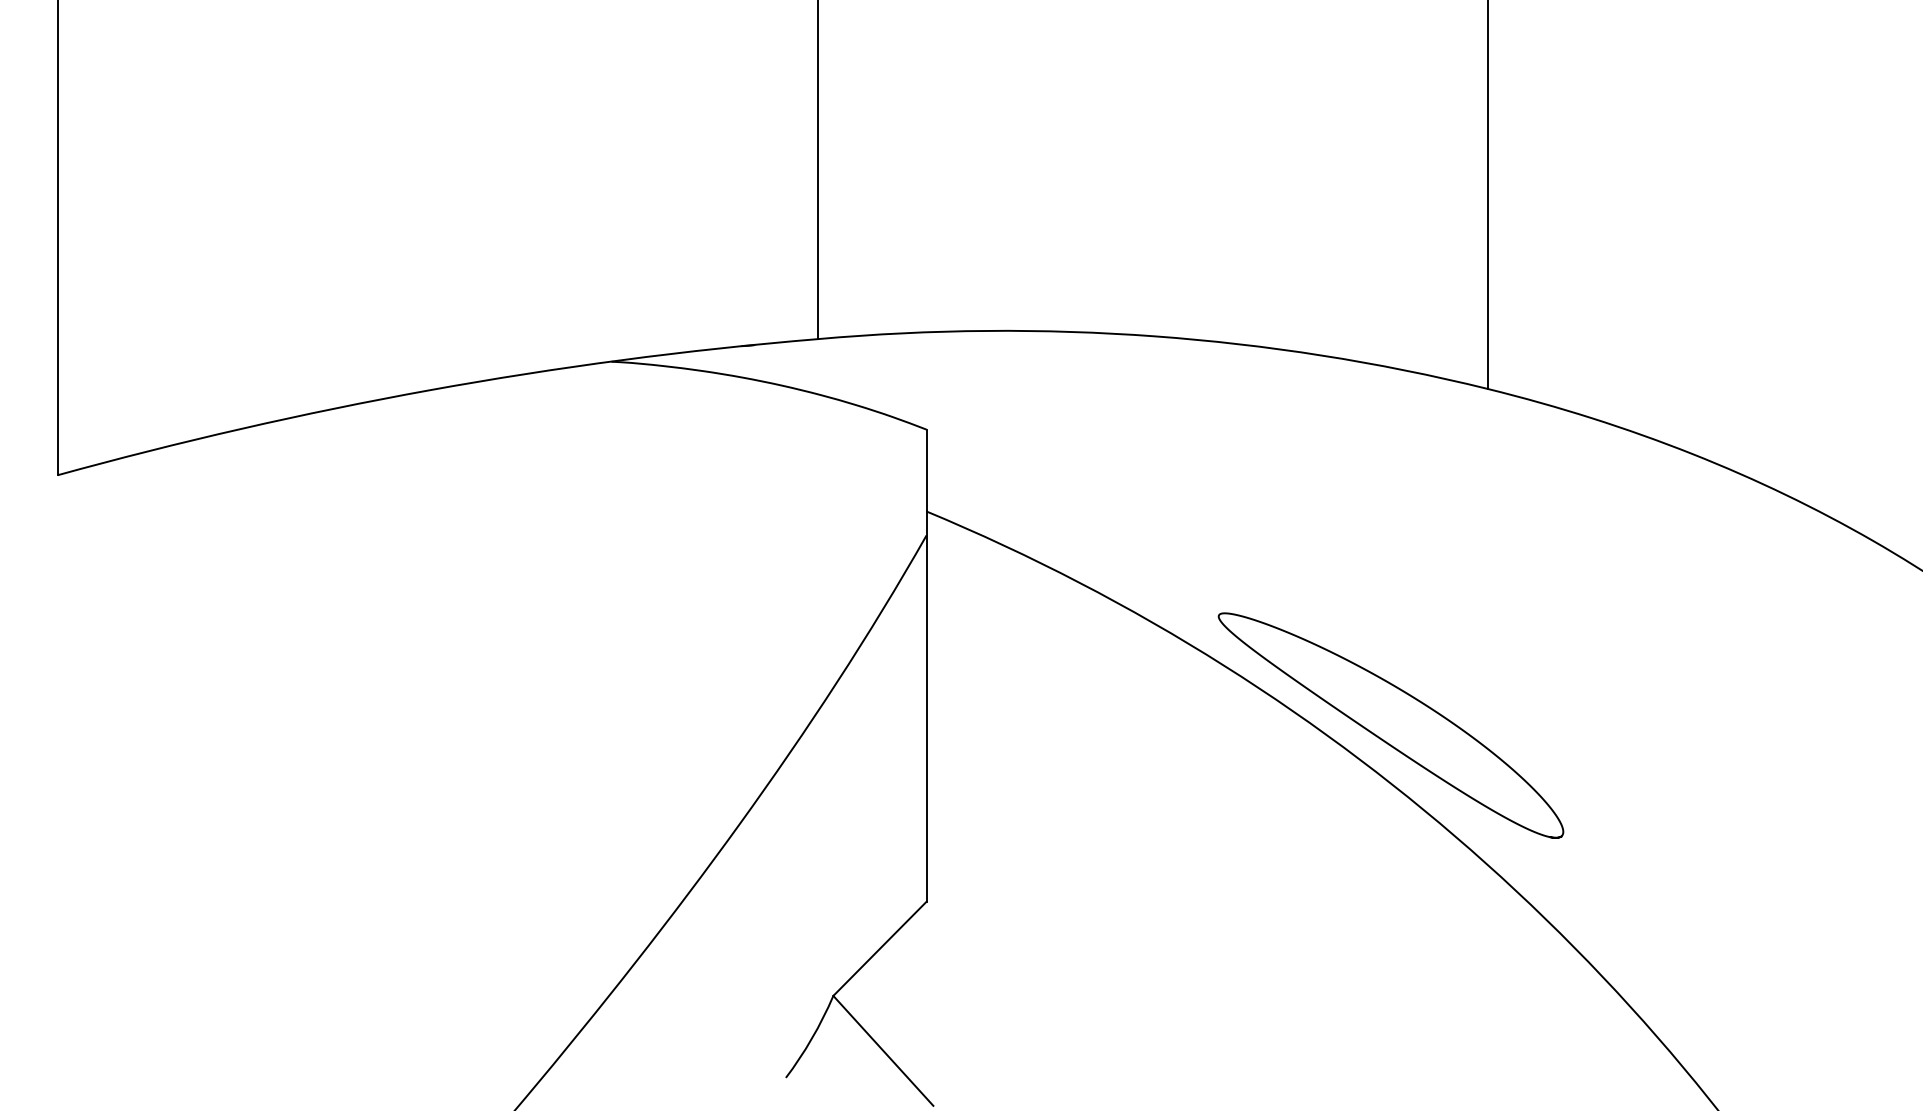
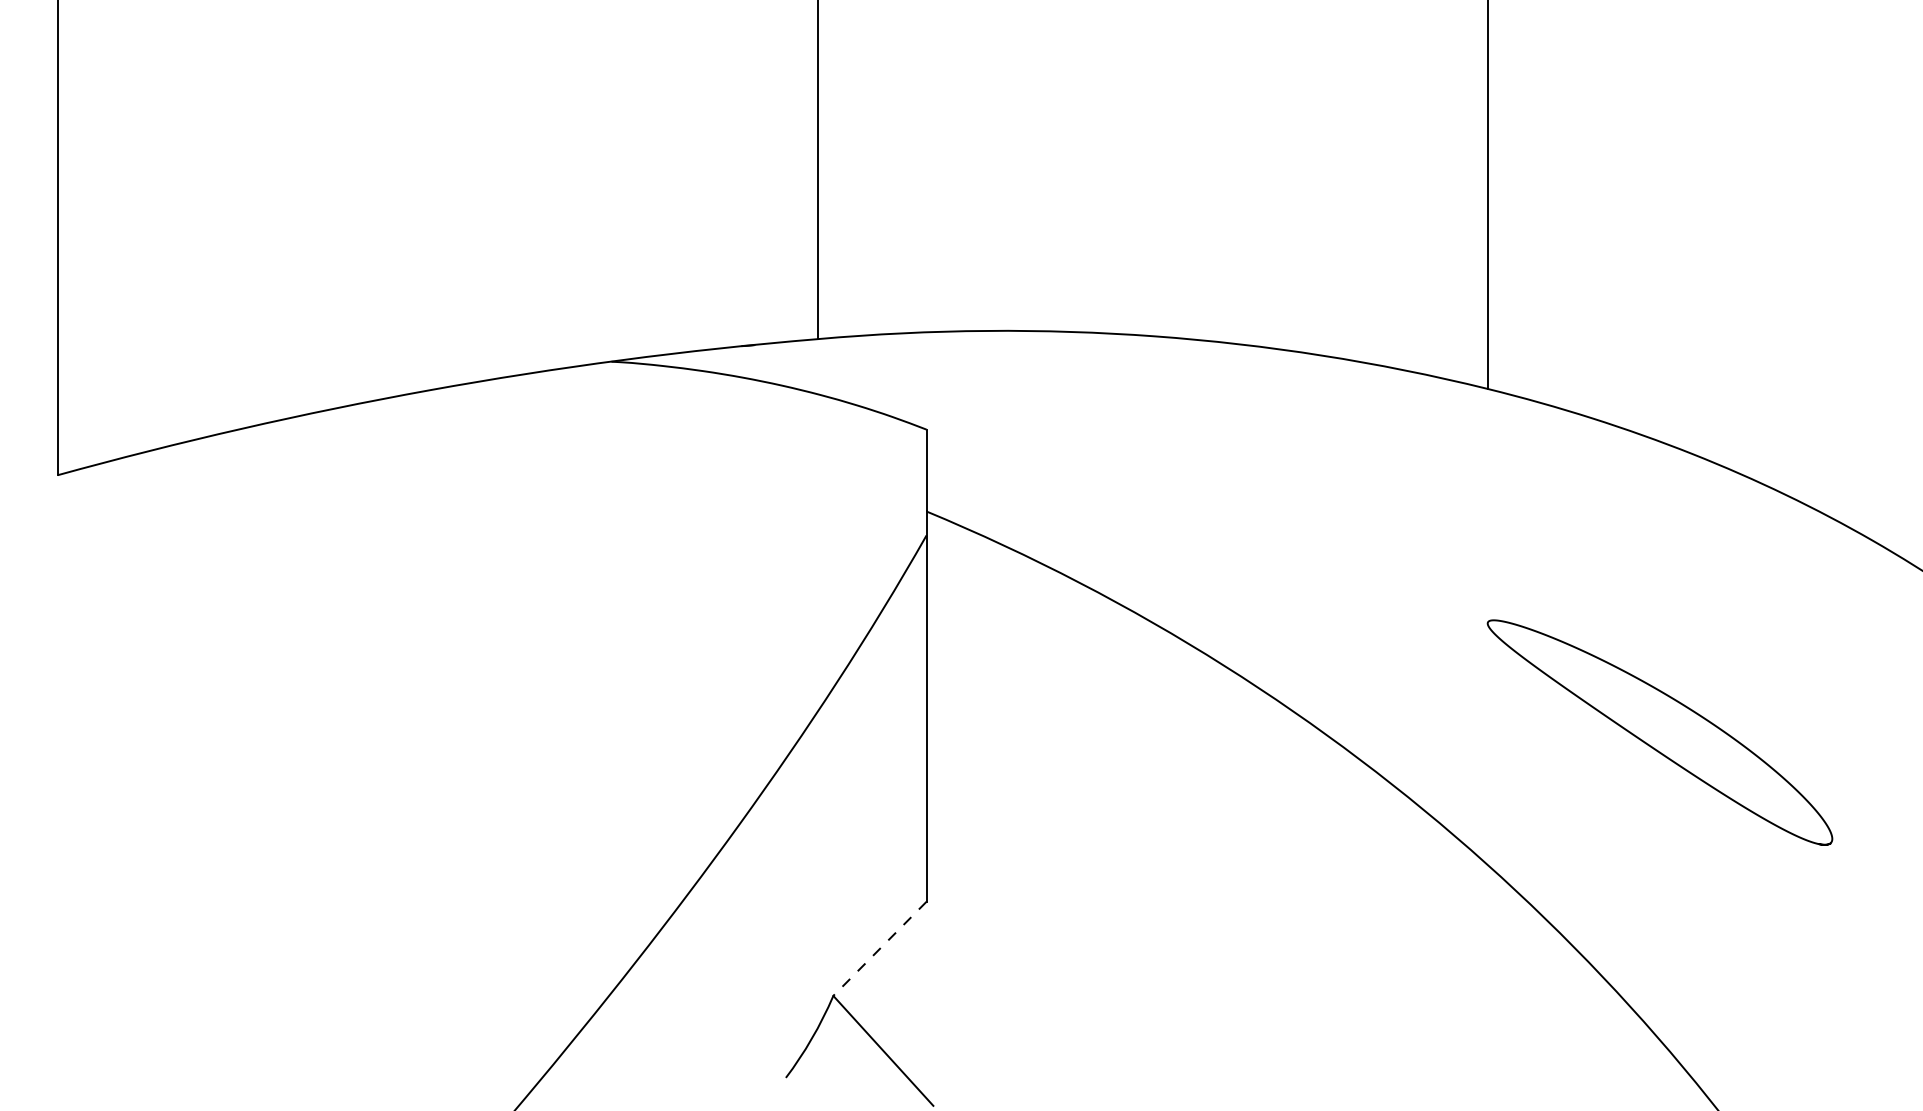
curve at (1382, 738) position: (1382, 738) -> (1651, 745)
line at (879, 949): solid -> dashed
